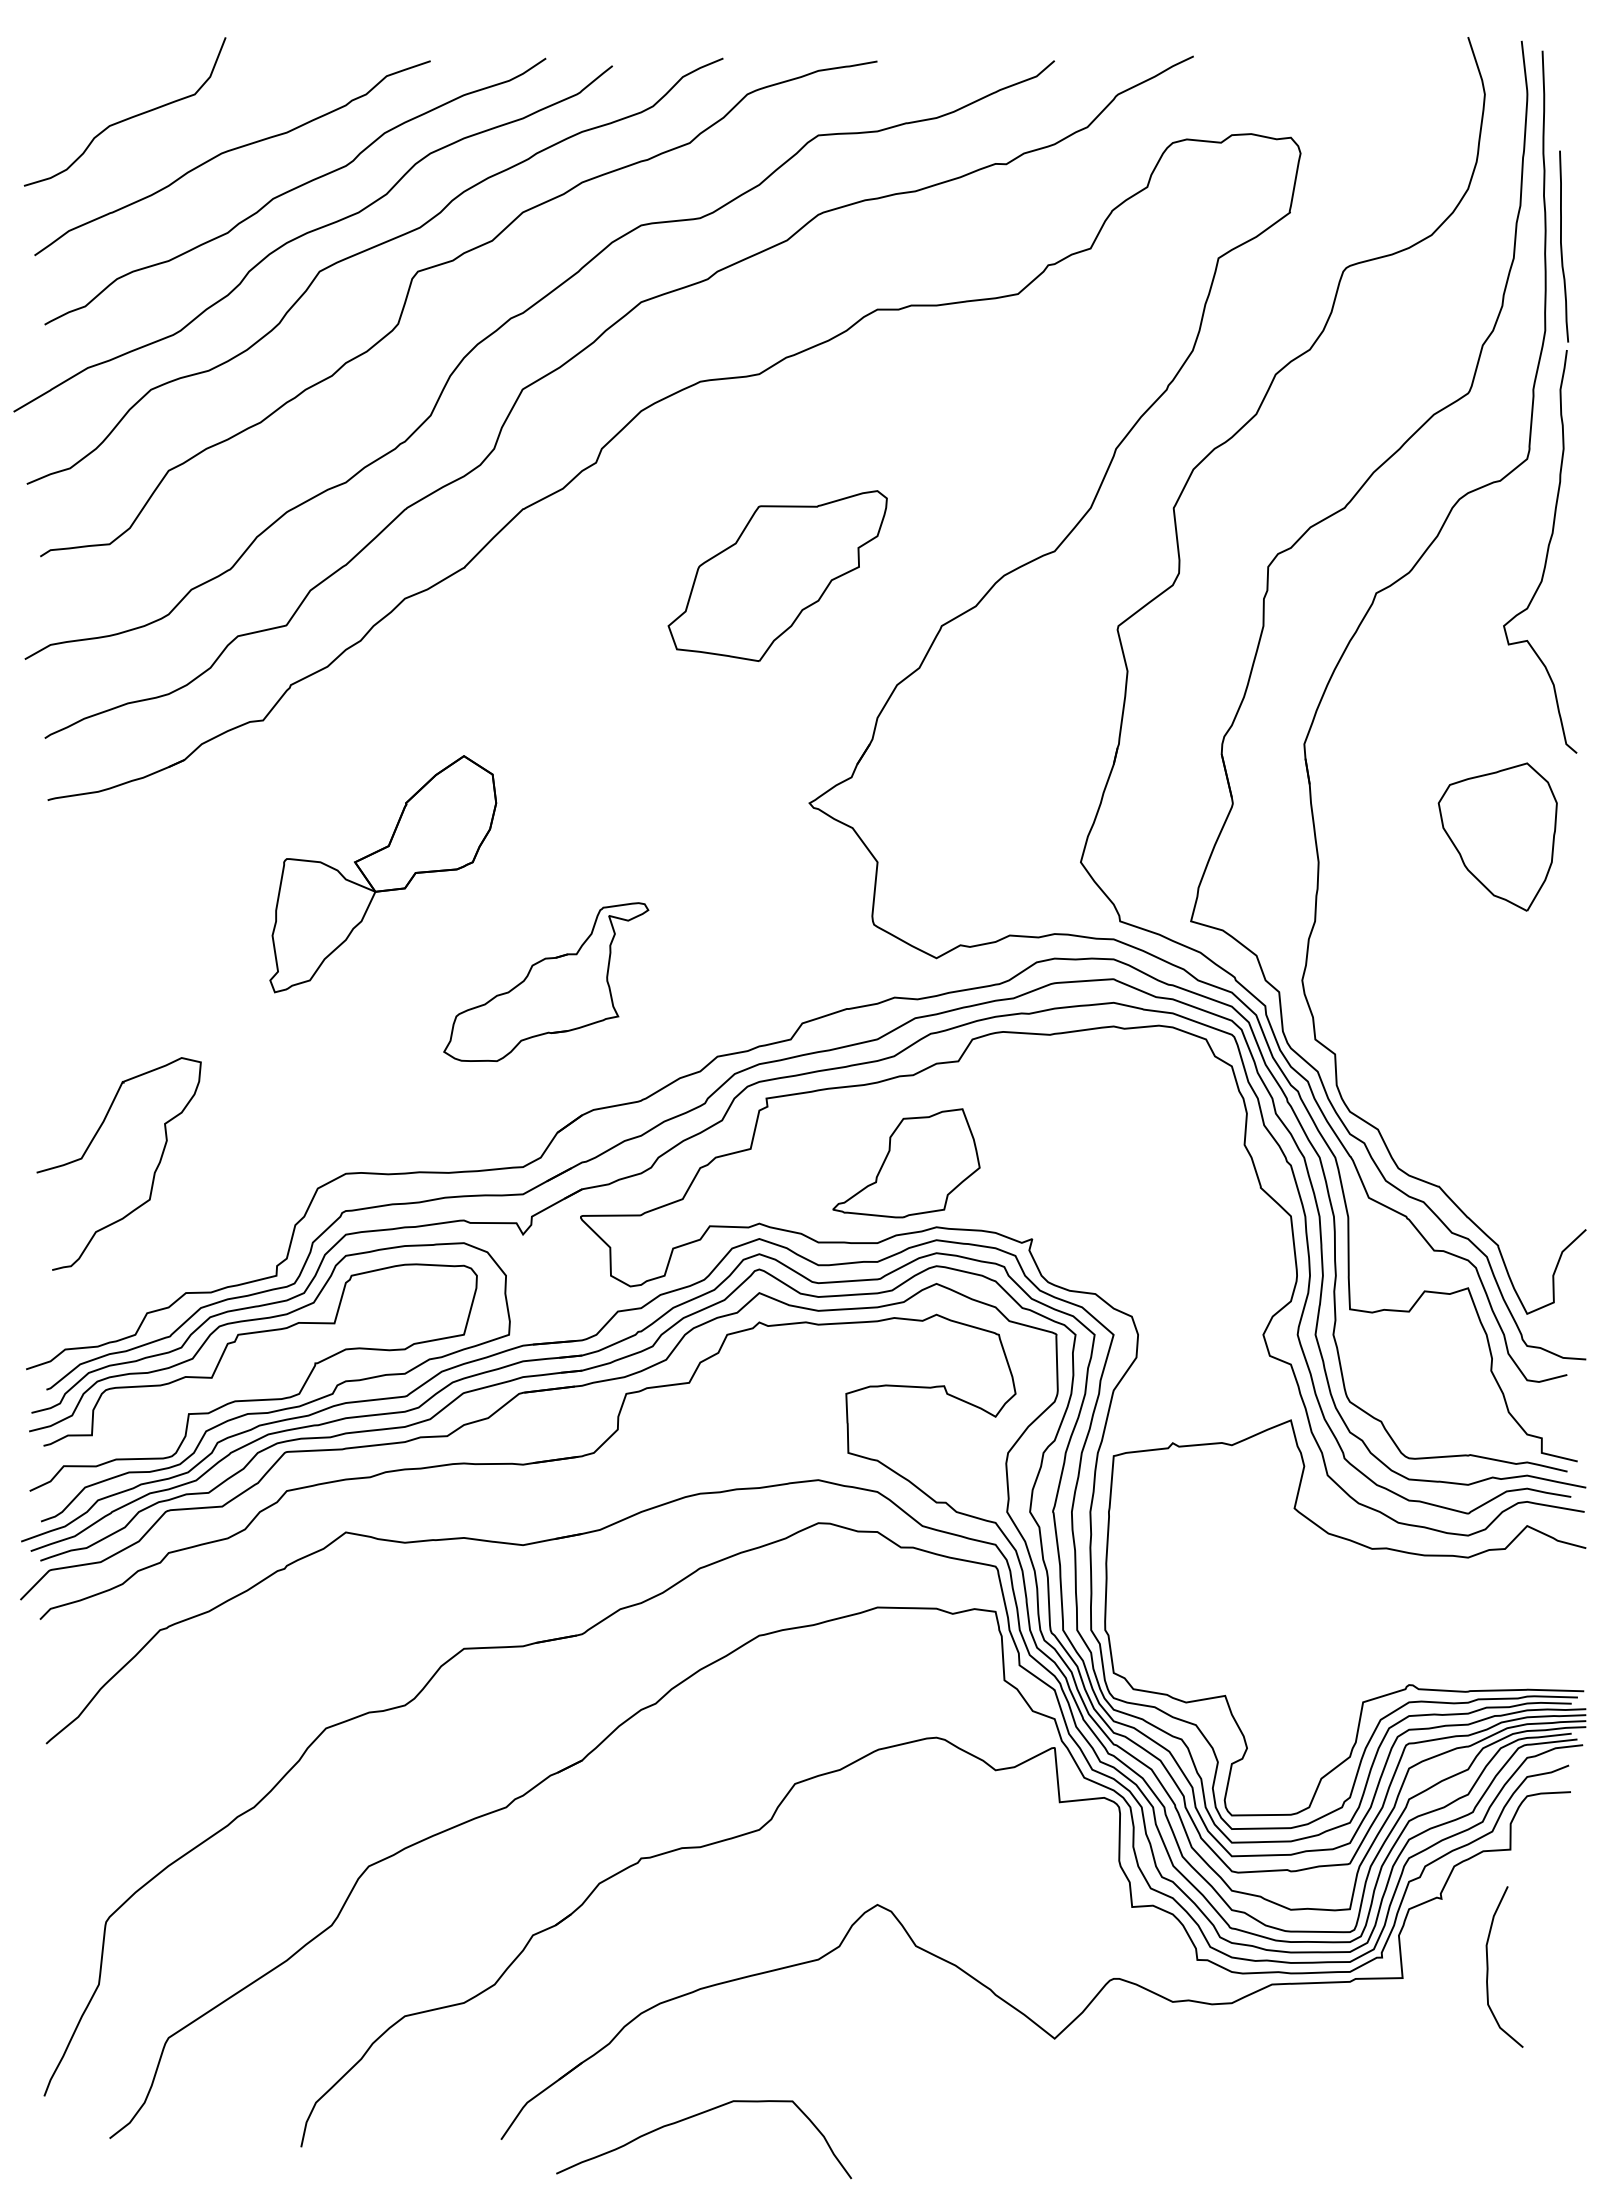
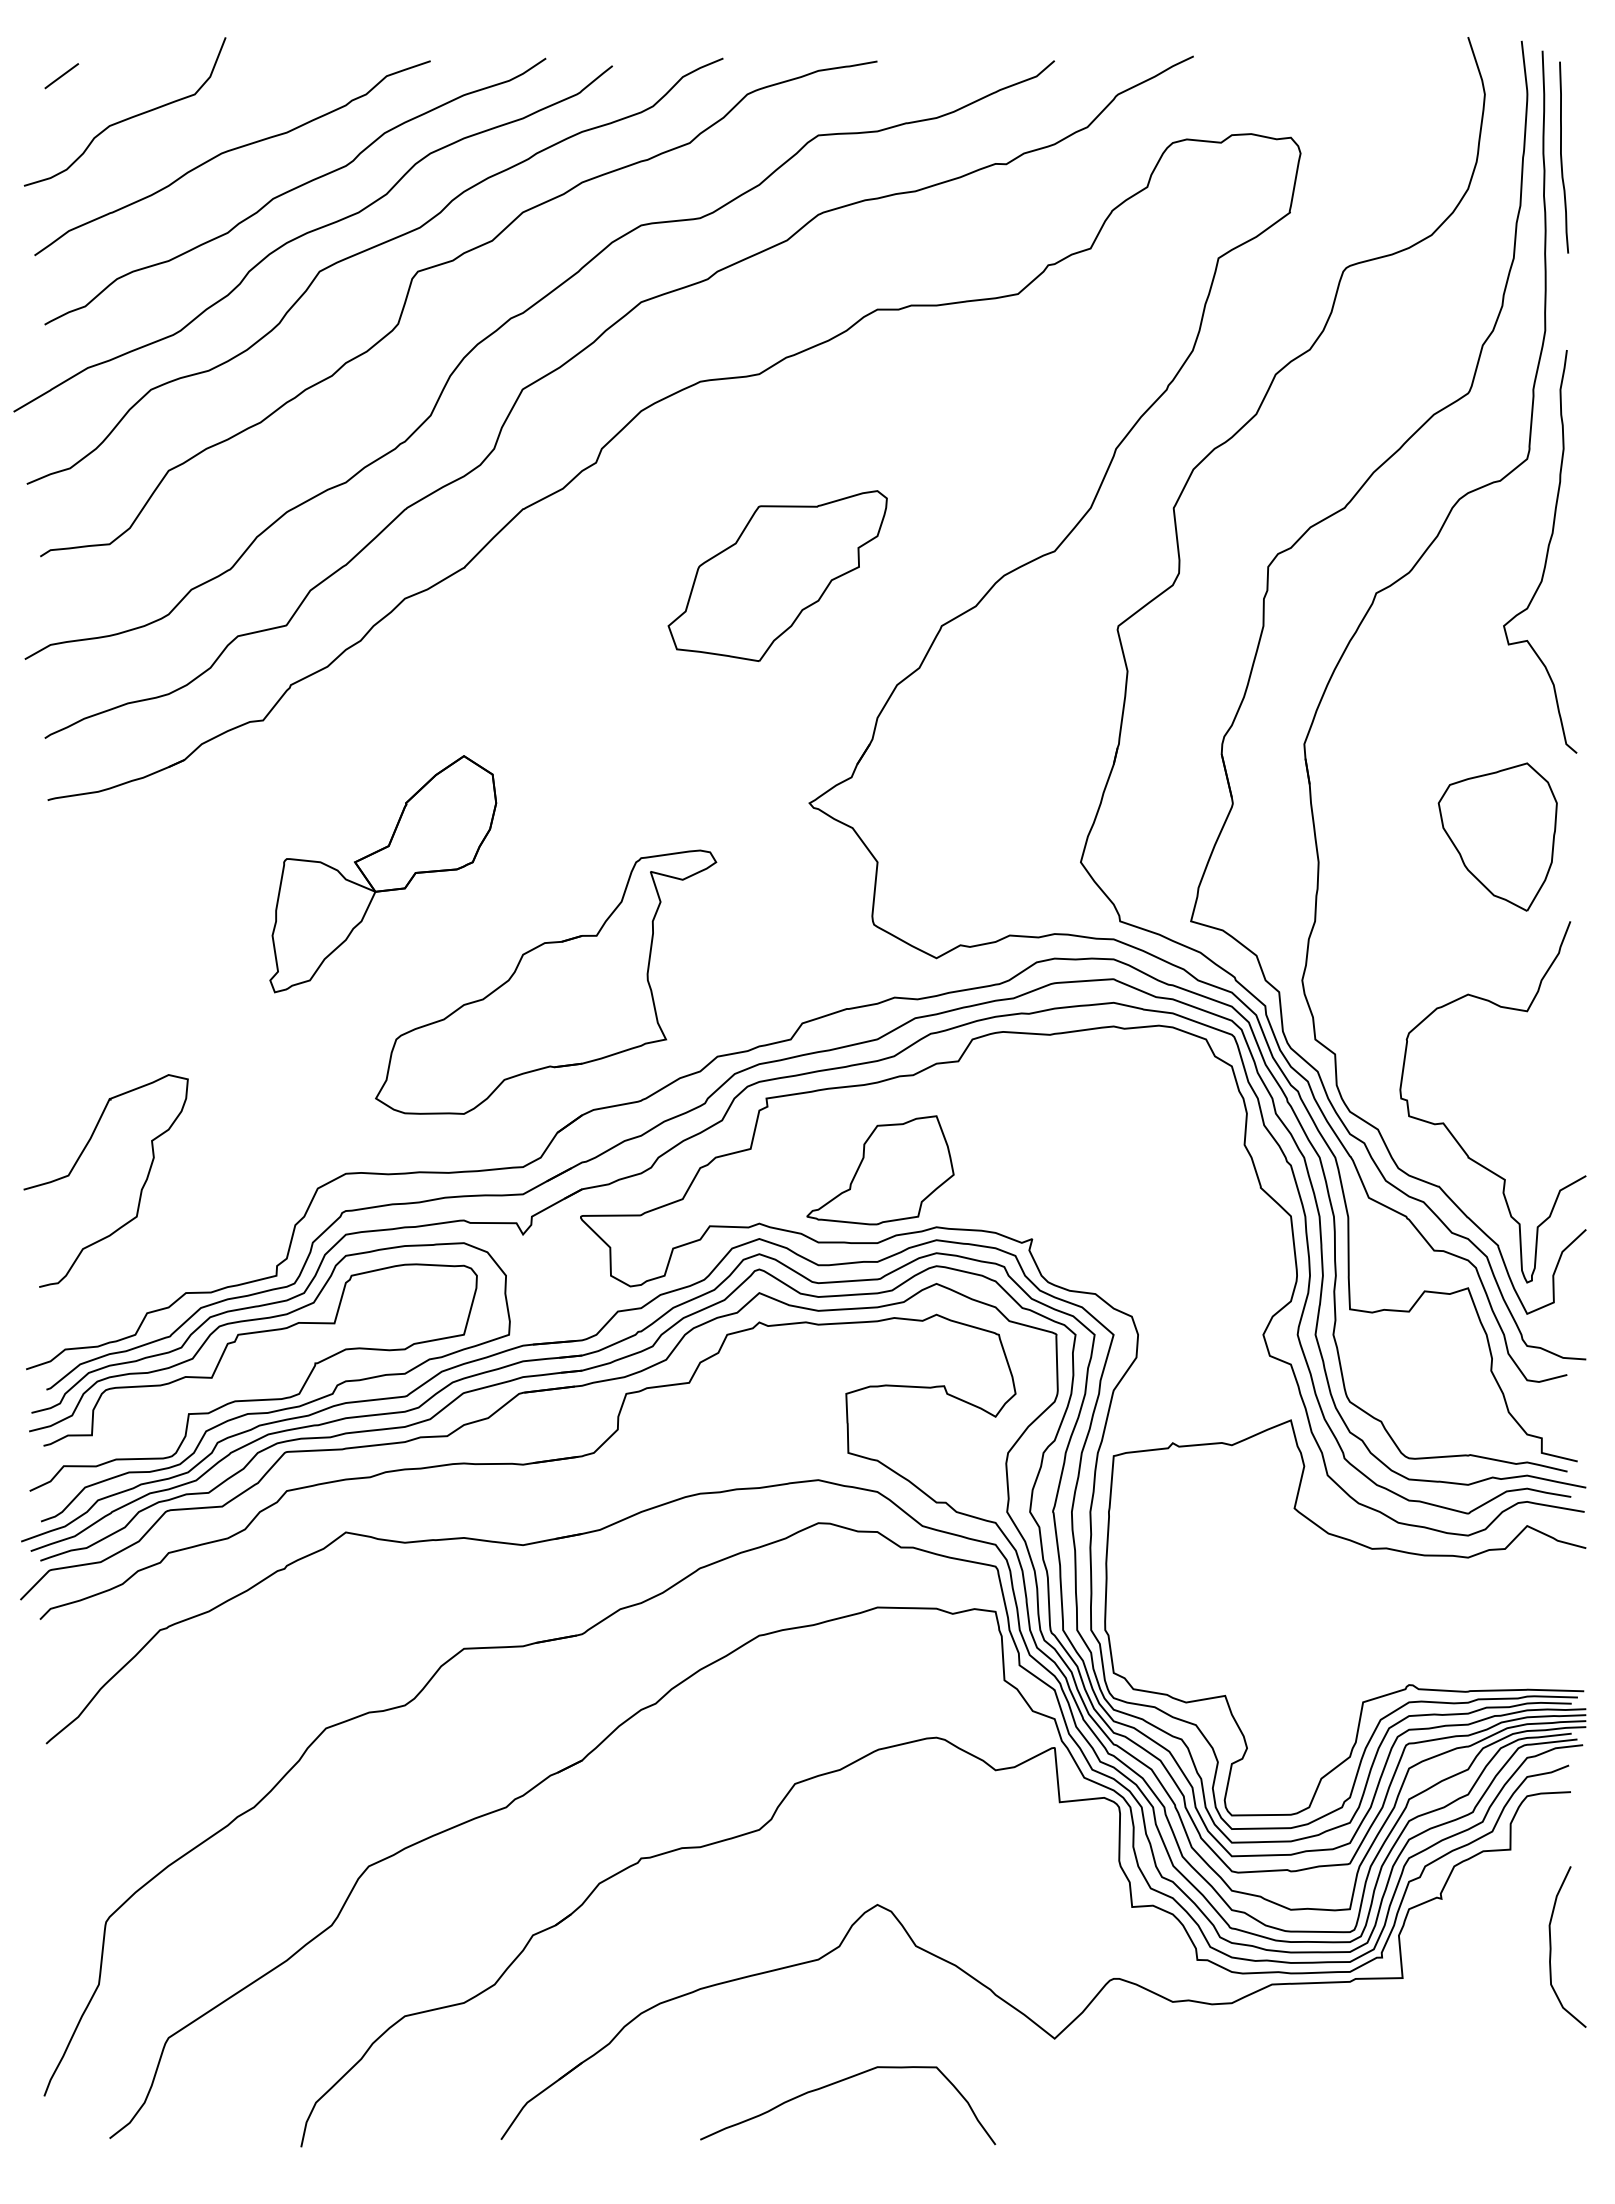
line at (61, 76): none -> present
curve at (1562, 246) position: (1562, 246) -> (1562, 157)
part at (546, 981) size: 207x160 px -> 343x266 px
curve at (1452, 1133): none -> present
curve at (89, 1147) position: (89, 1147) -> (76, 1164)
part at (906, 1163) position: (906, 1163) -> (880, 1170)
curve at (1488, 1966) position: (1488, 1966) -> (1551, 1946)
curve at (693, 2117) position: (693, 2117) -> (837, 2083)
